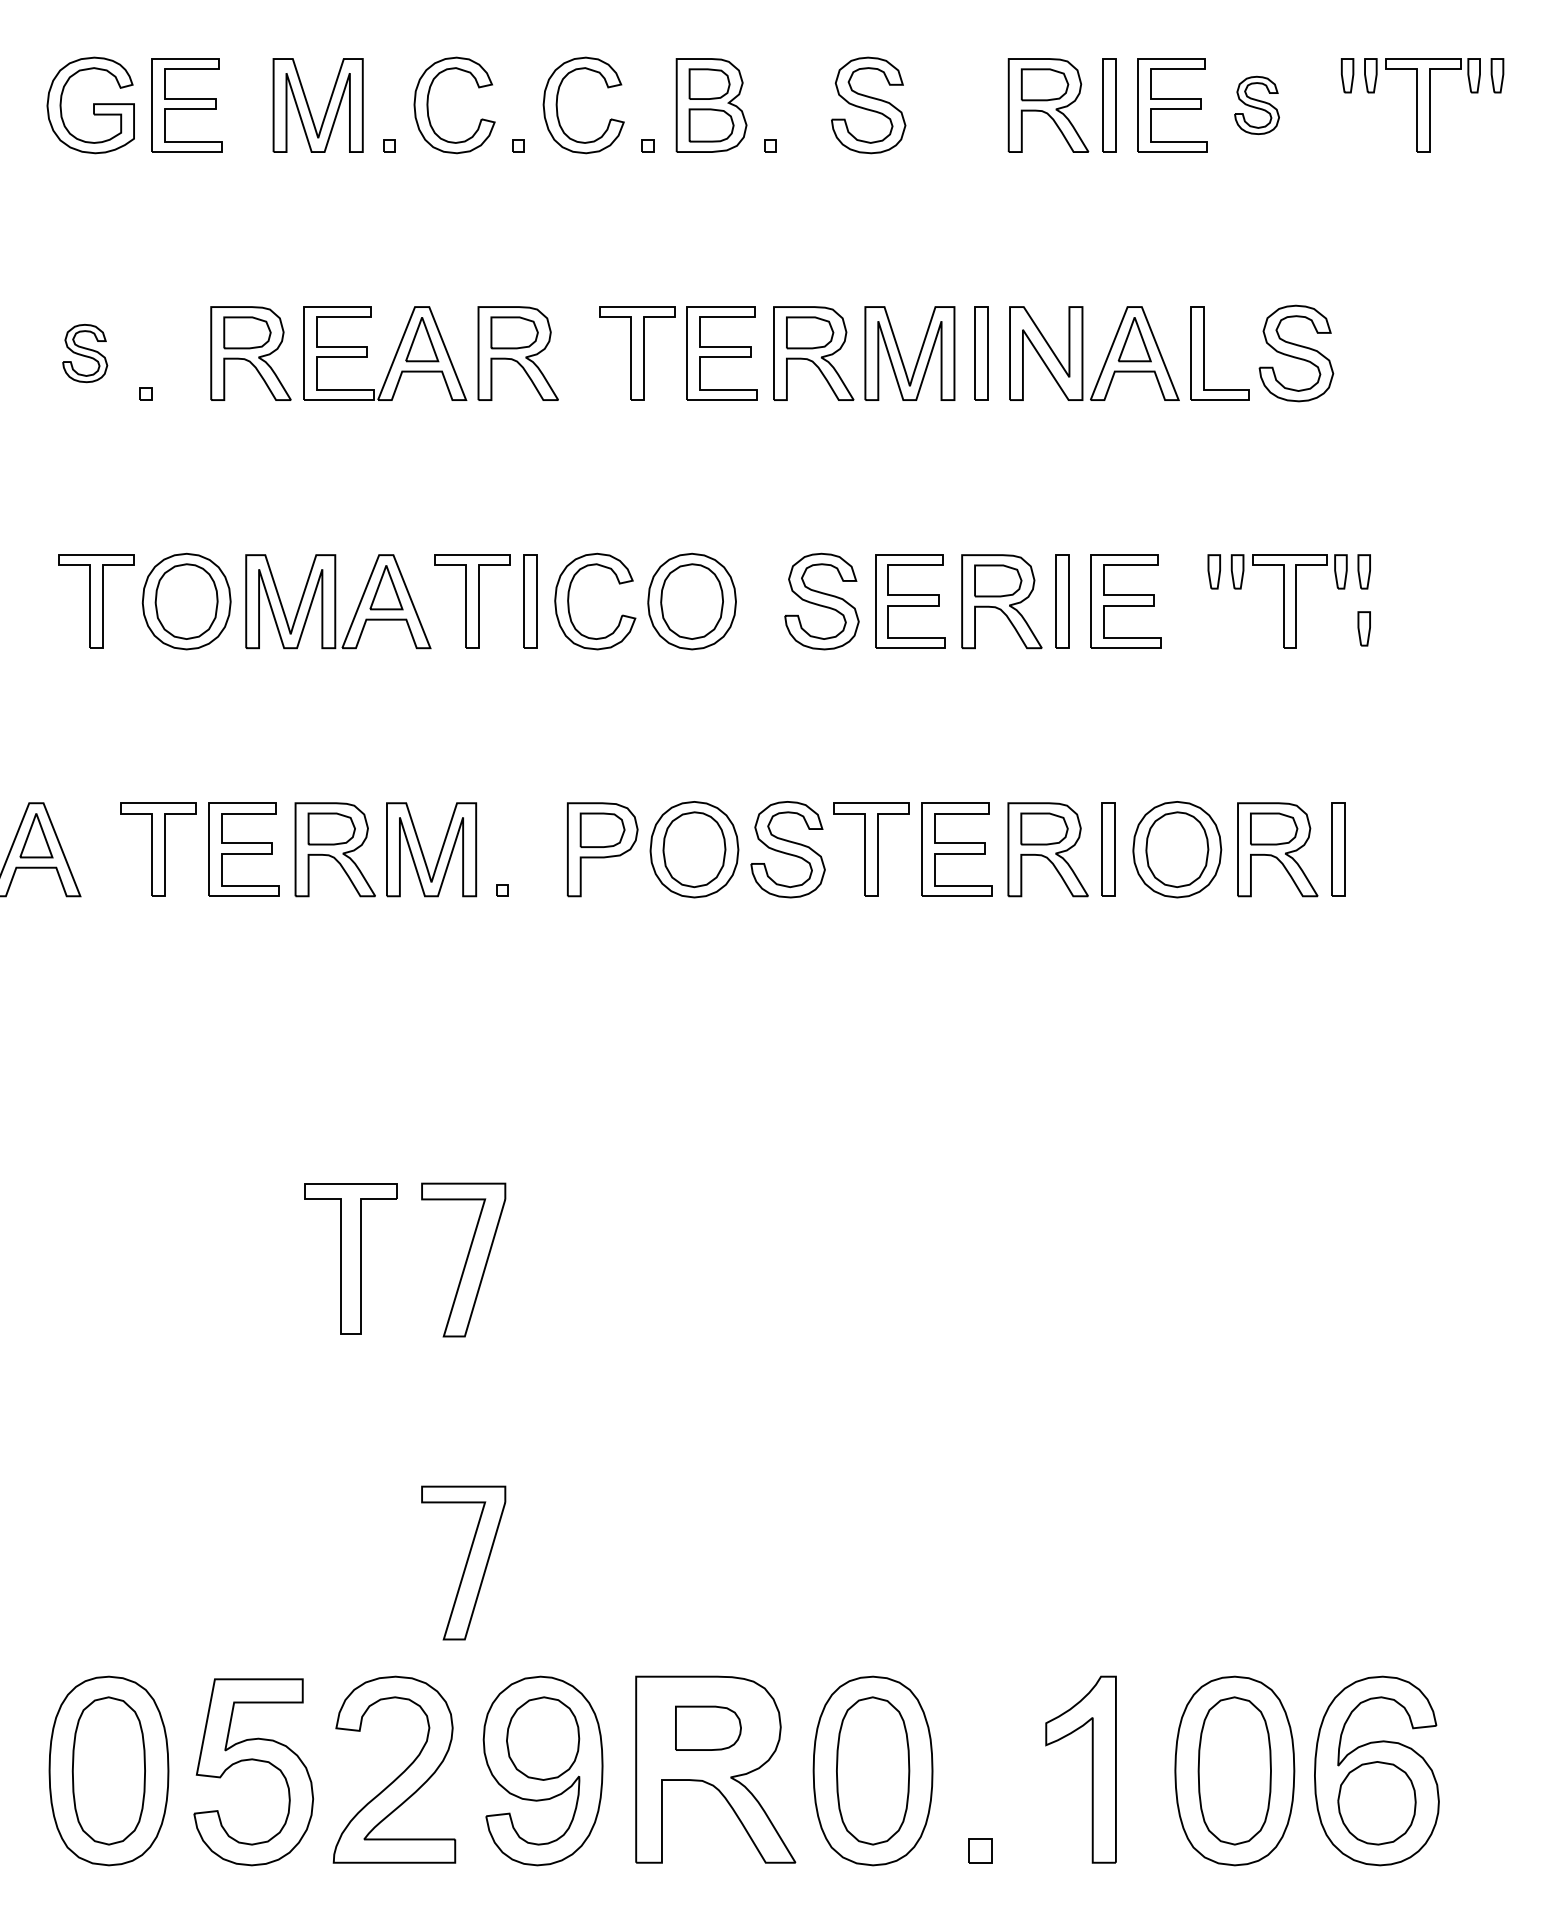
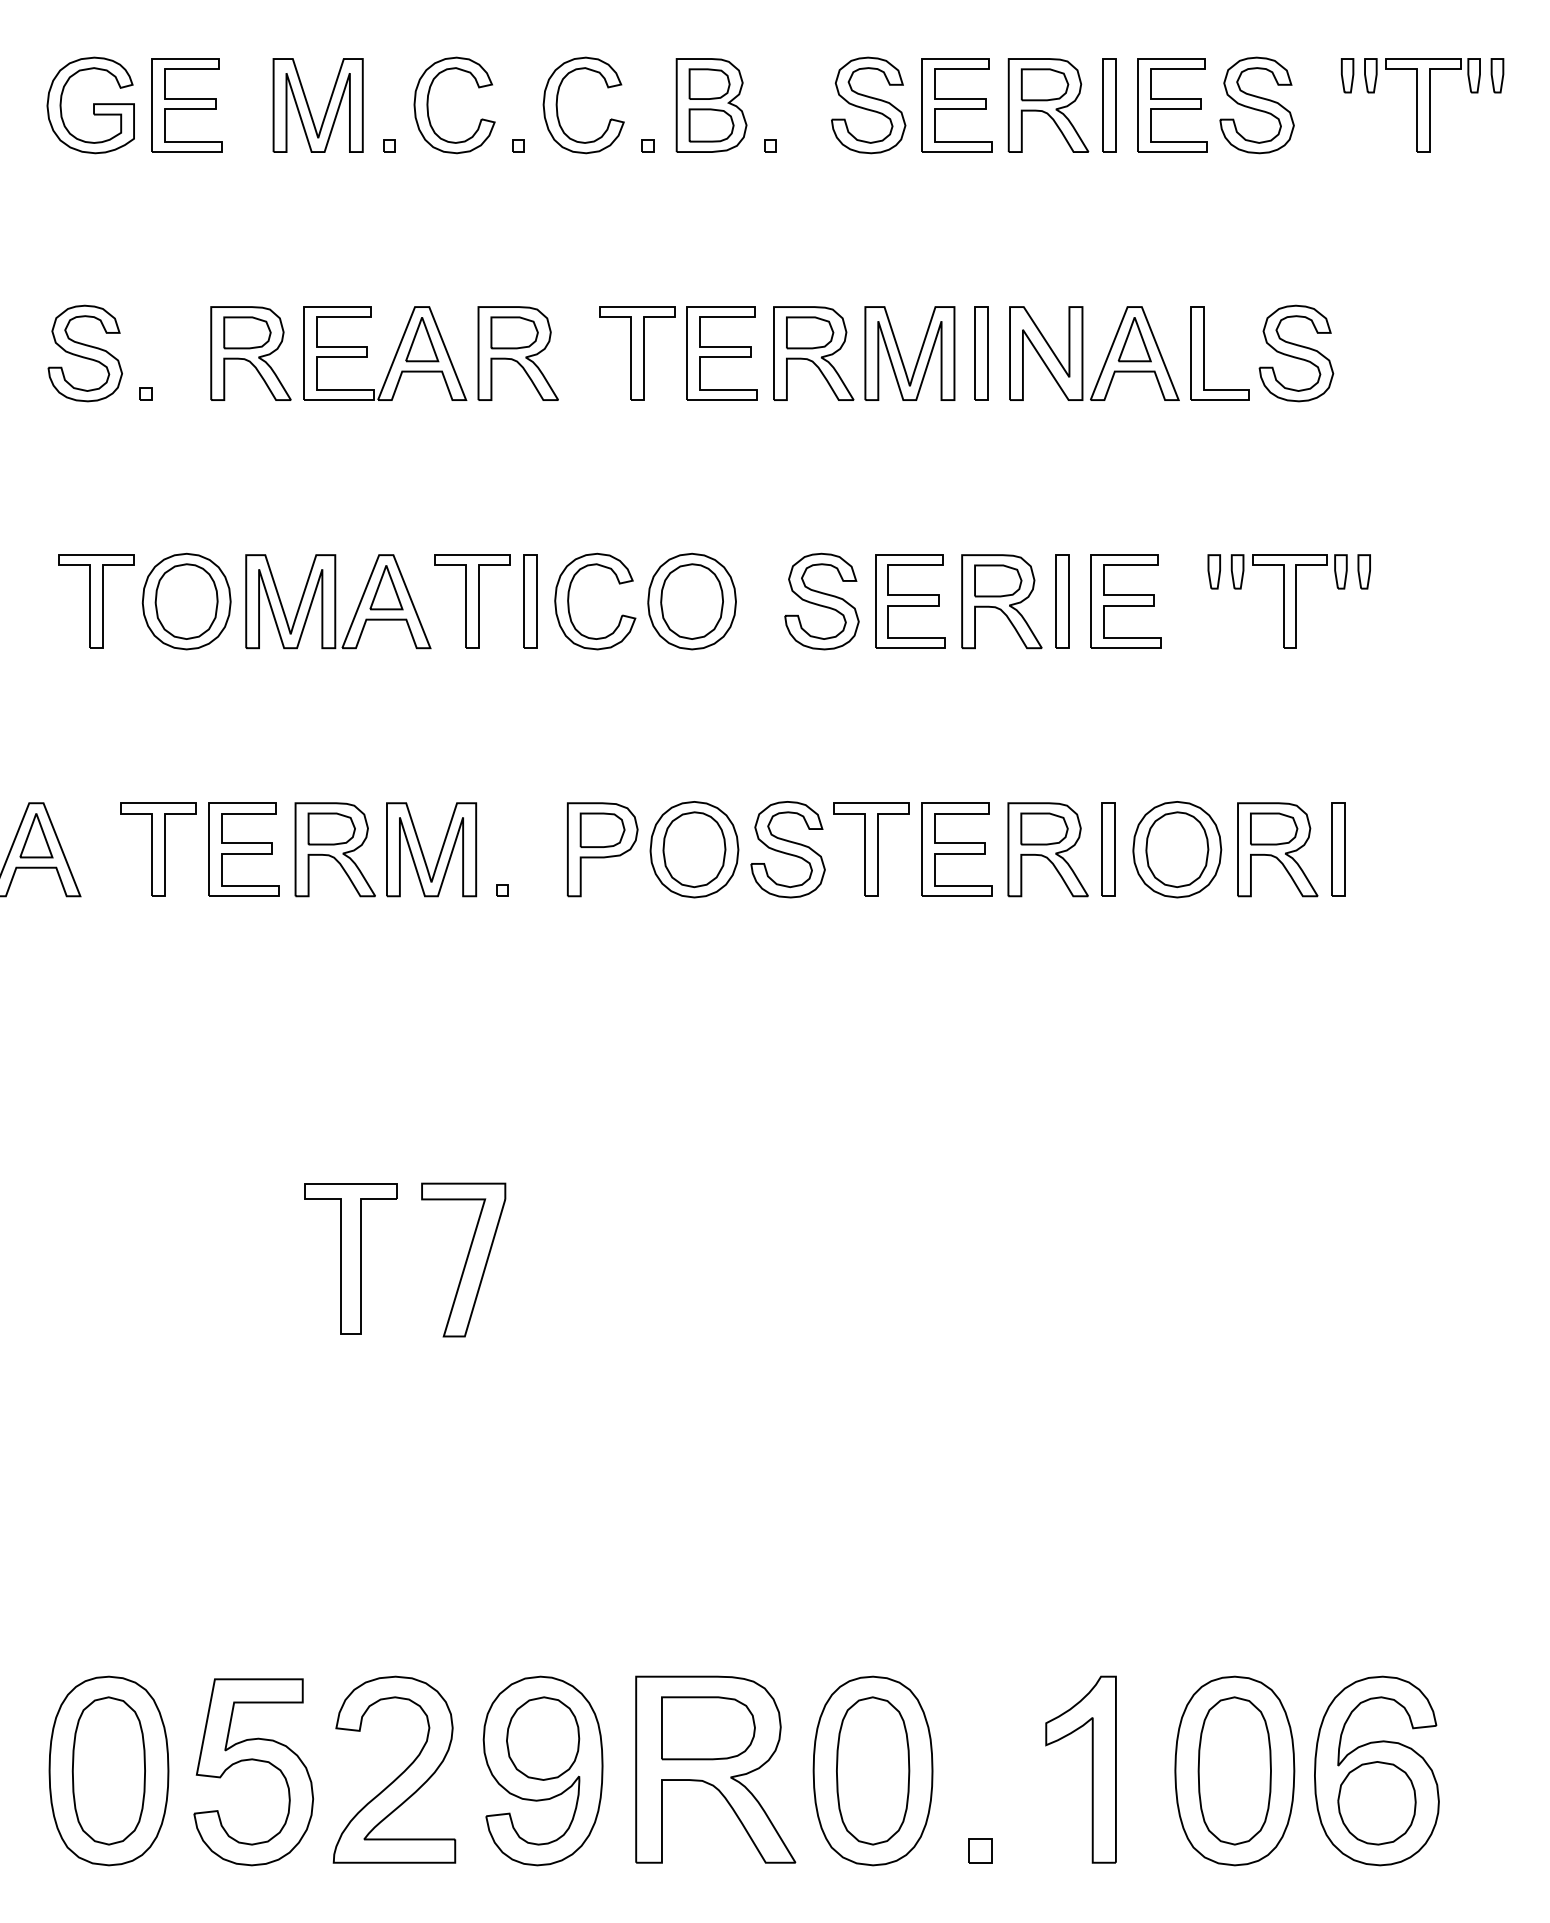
part at (1256, 104) size: 46x60 px -> 76x99 px
part at (956, 105): none -> present
part at (85, 353) size: 47x60 px -> 76x99 px
part at (1363, 628): present -> none
part at (463, 1562): present -> none
part at (708, 1727) size: 67x46 px -> 95x65 px
